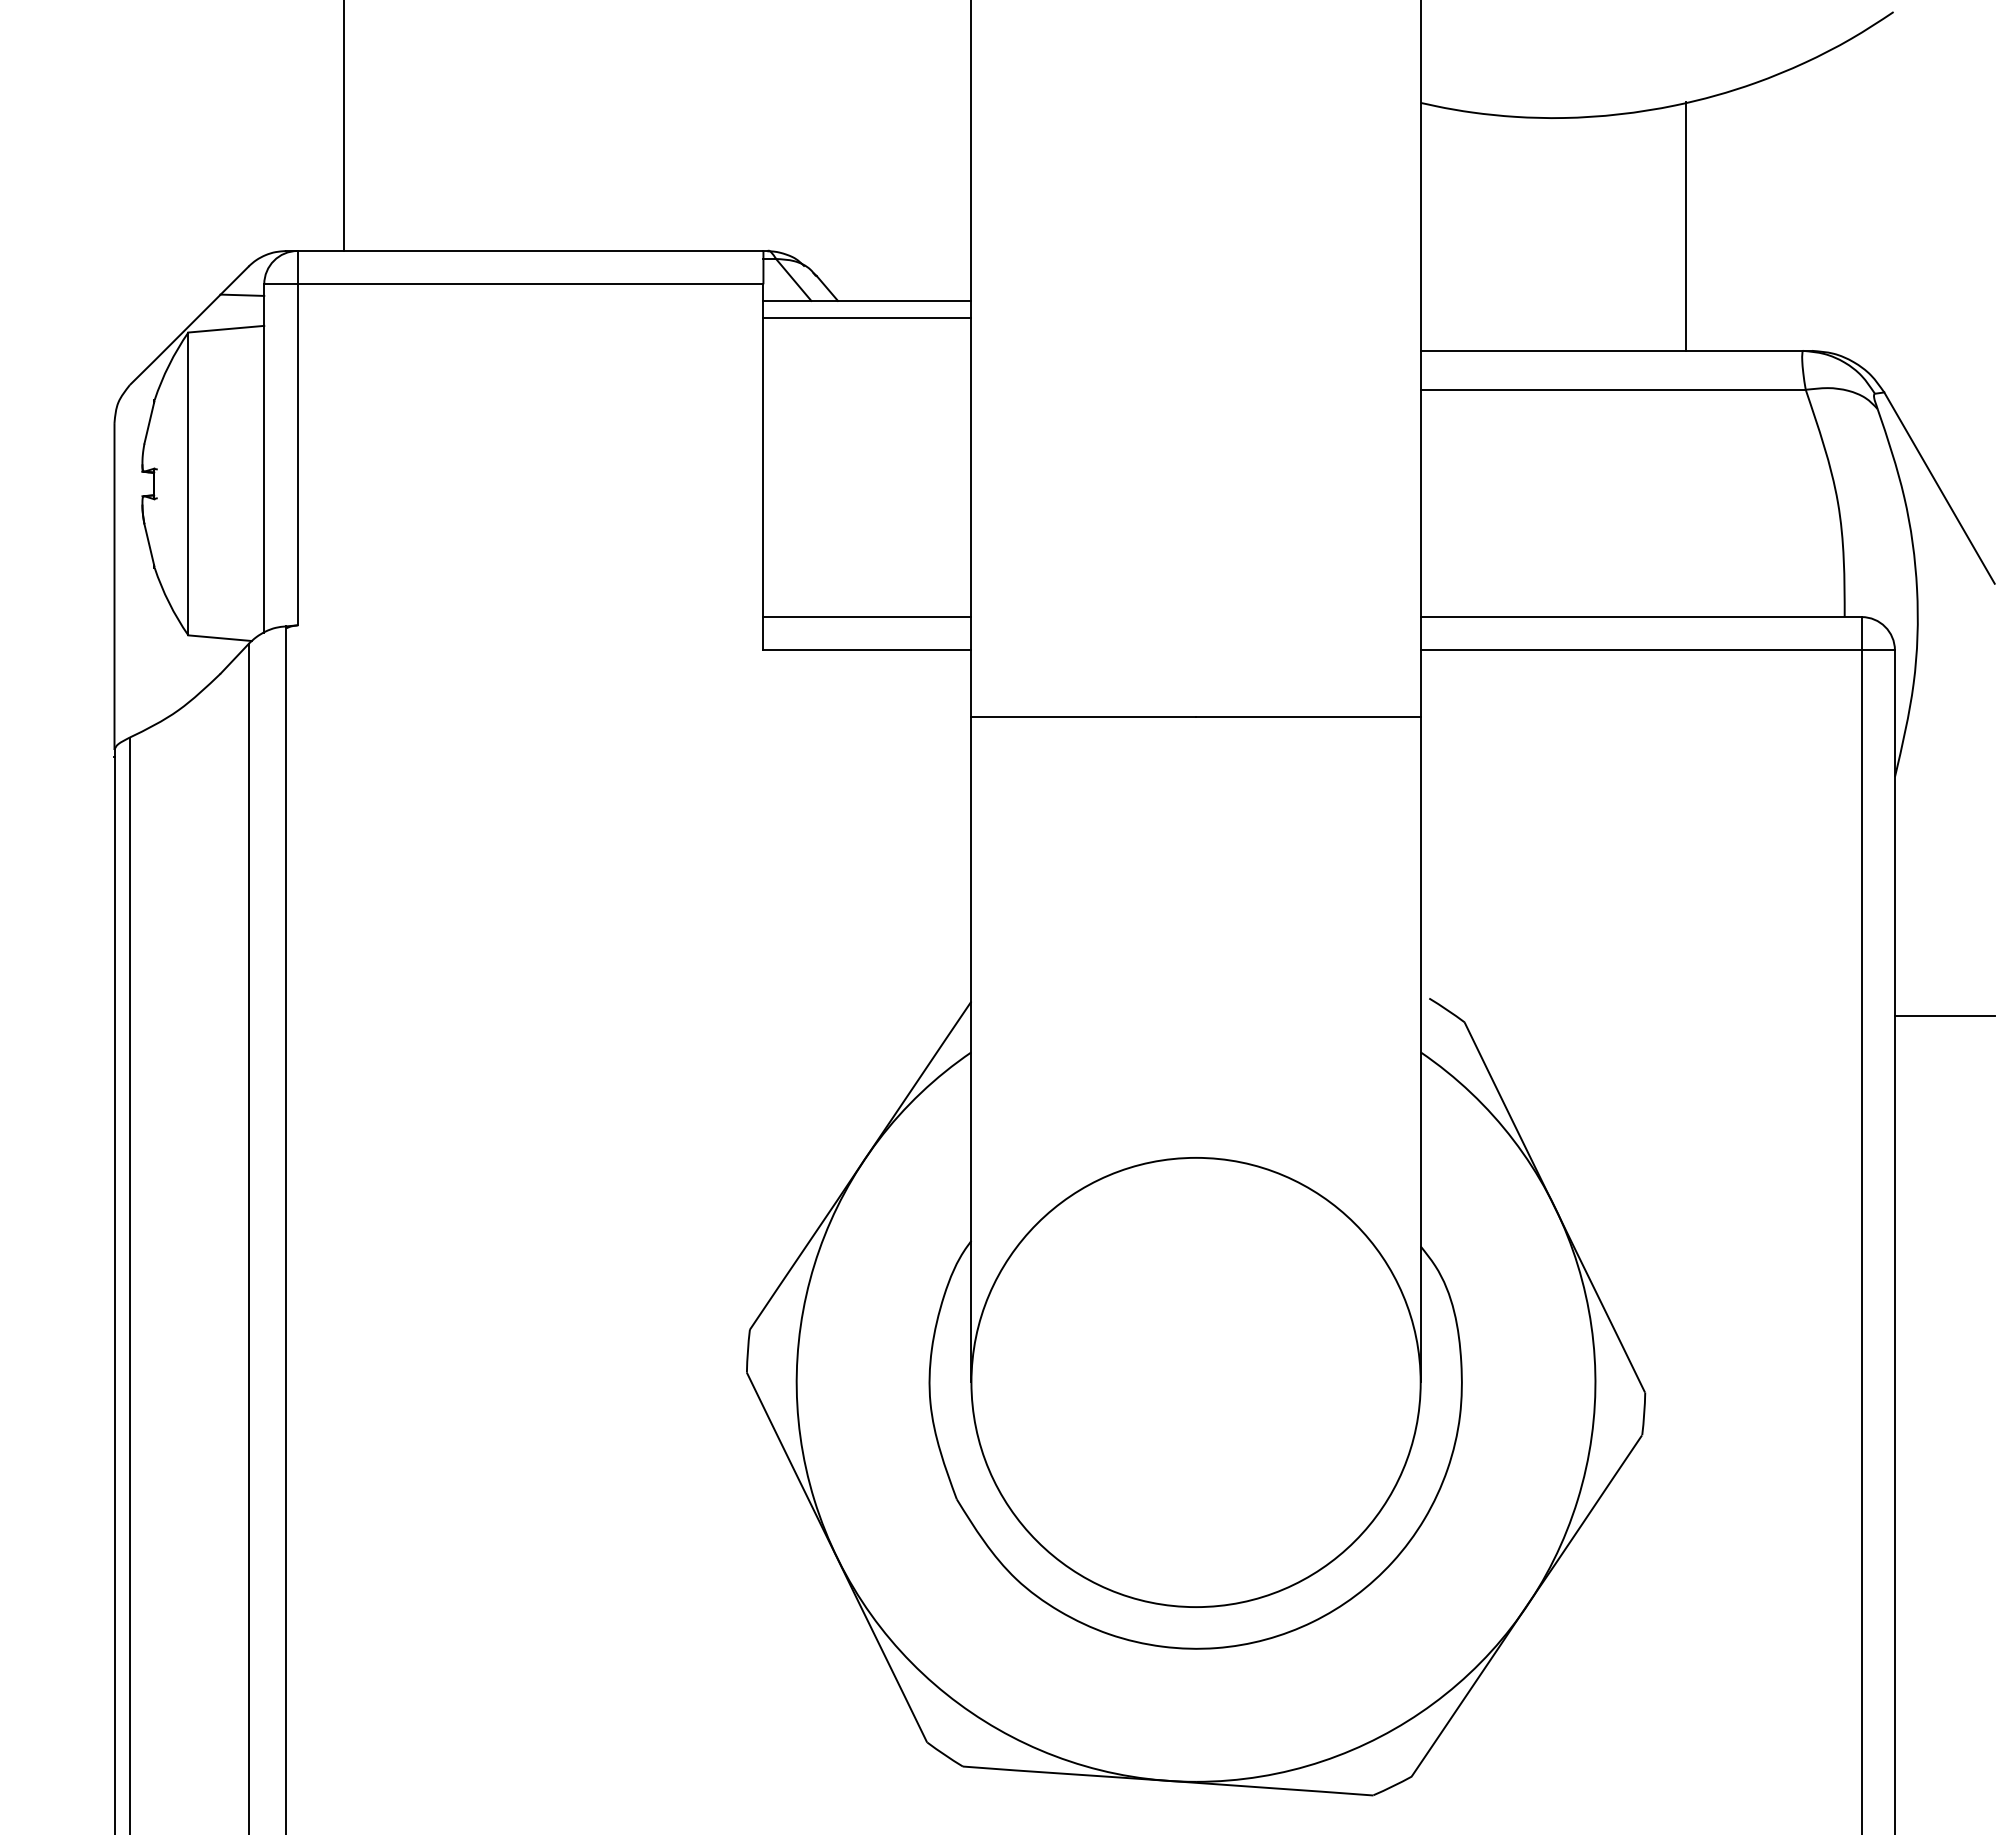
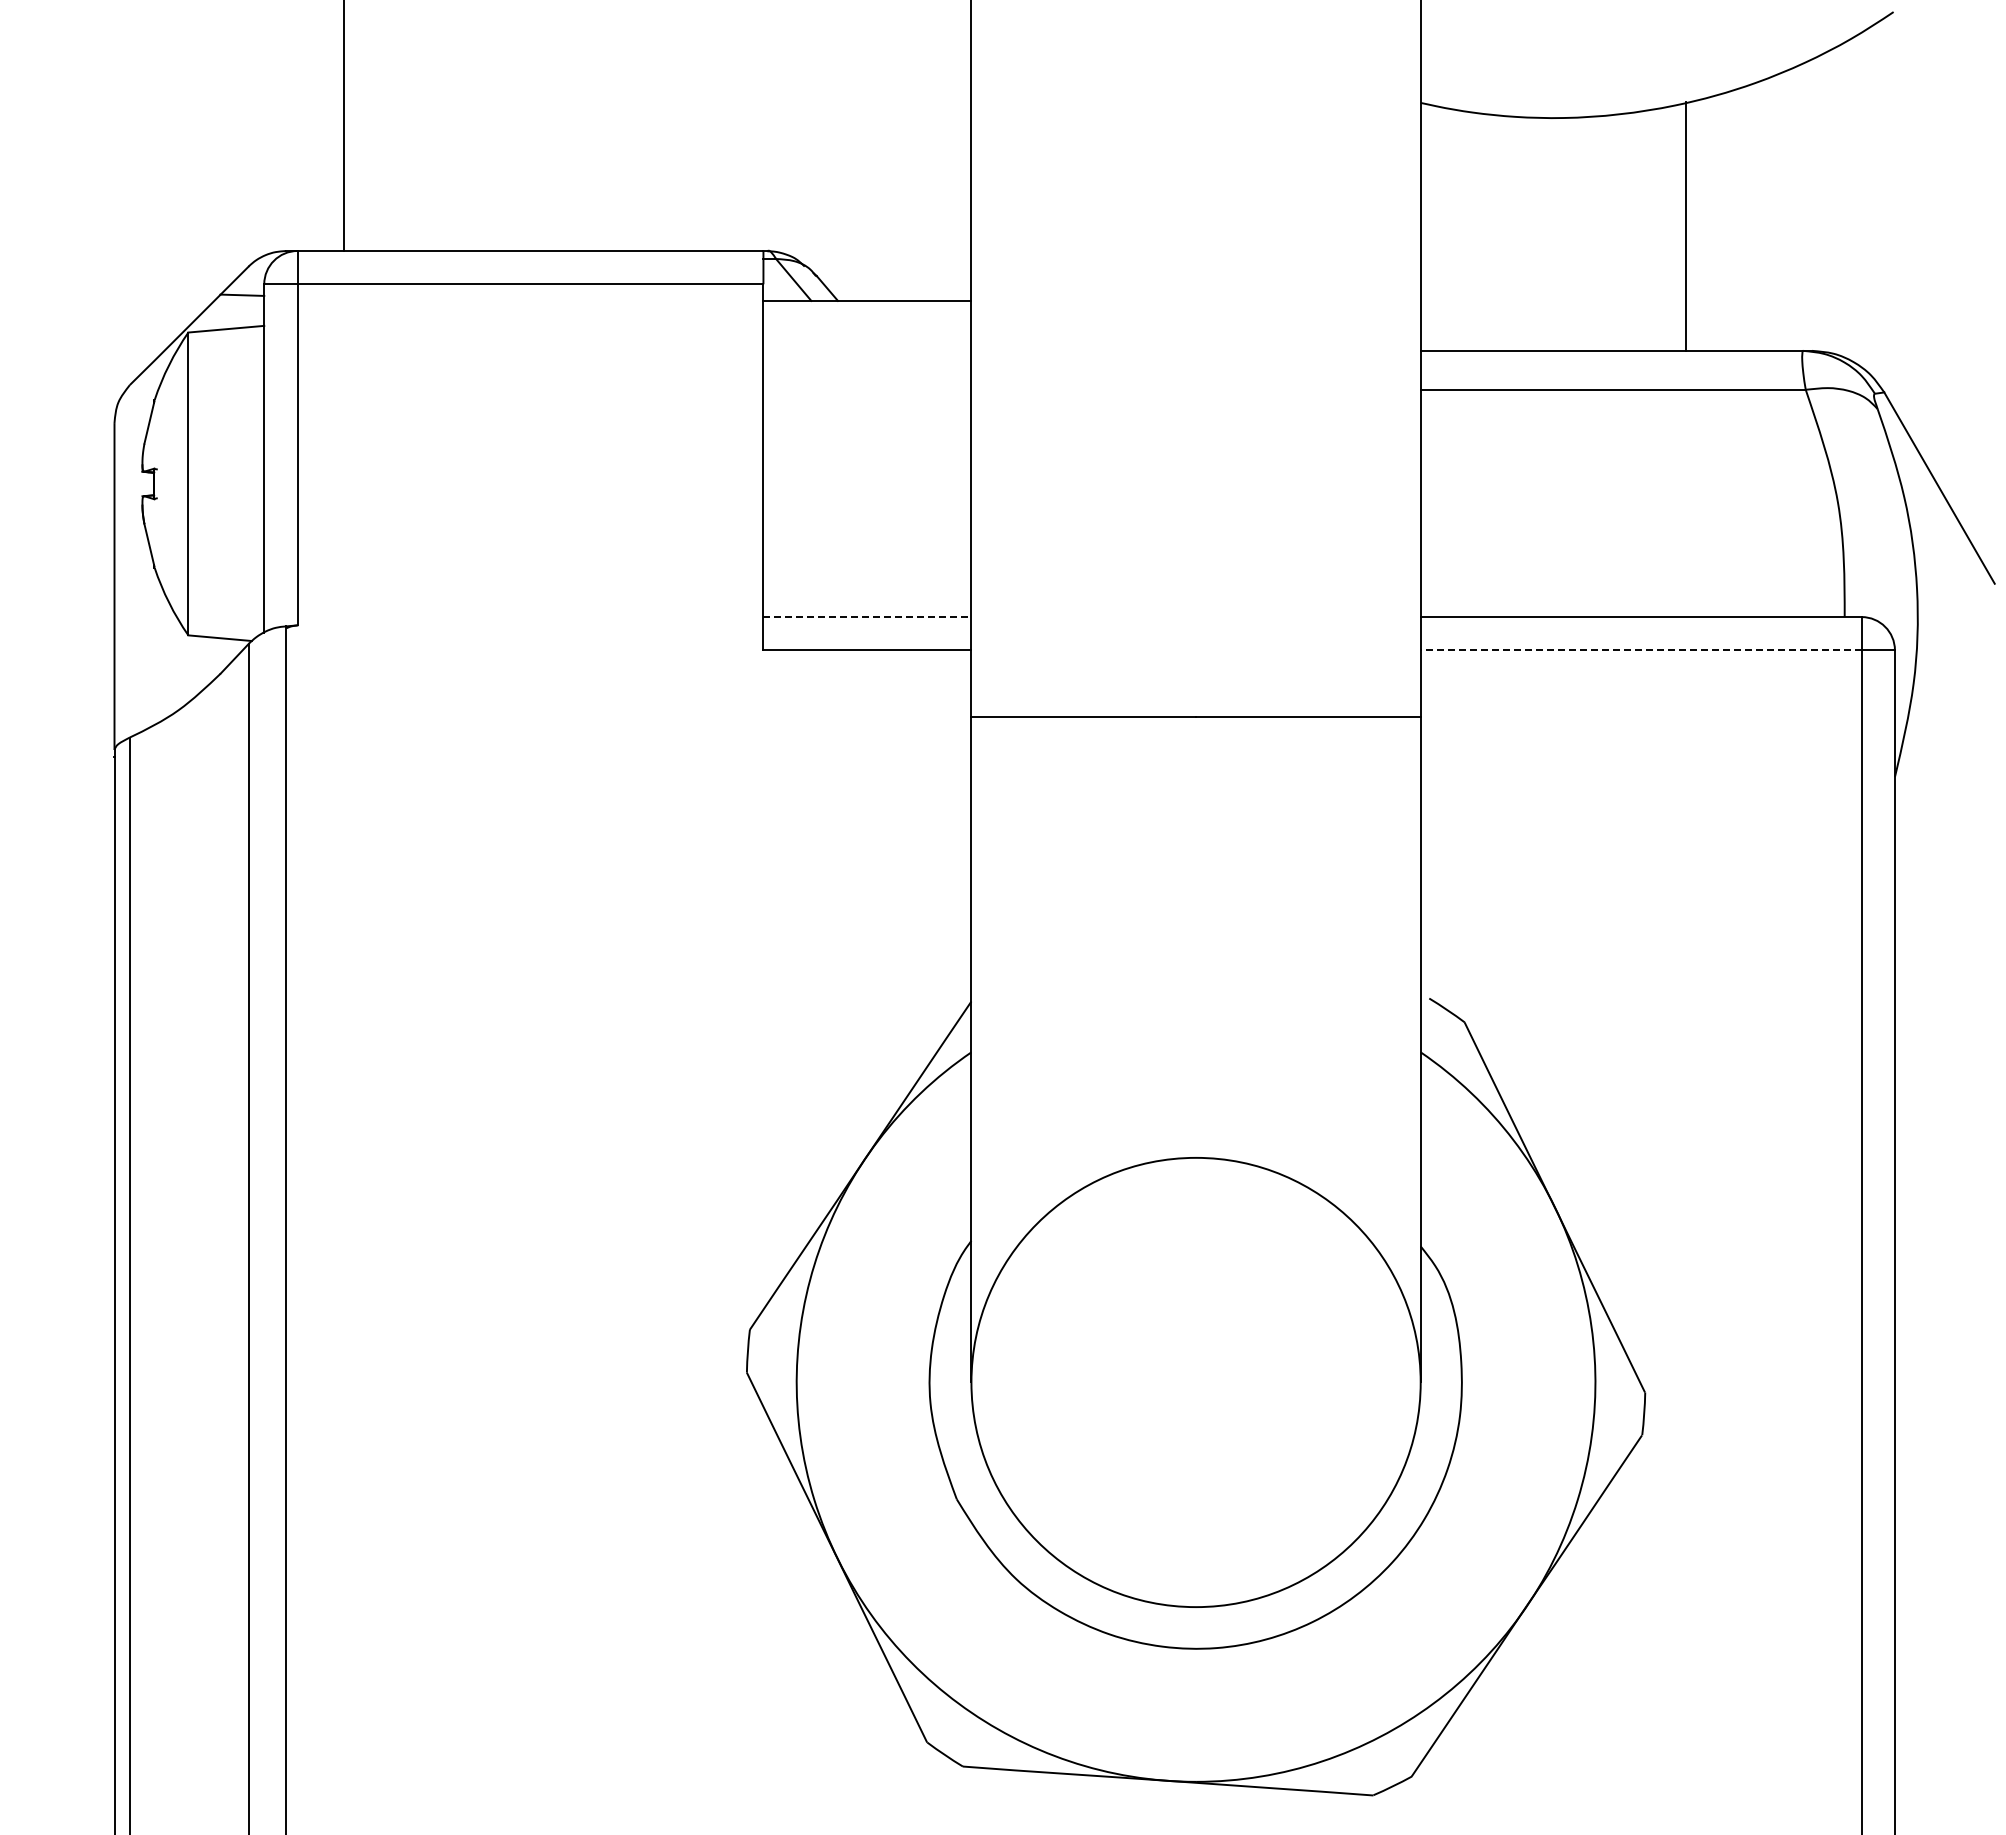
line at (867, 317): present -> none
line at (867, 617): solid -> dashed
line at (1640, 650): solid -> dashed
line at (1944, 1016): present -> none
